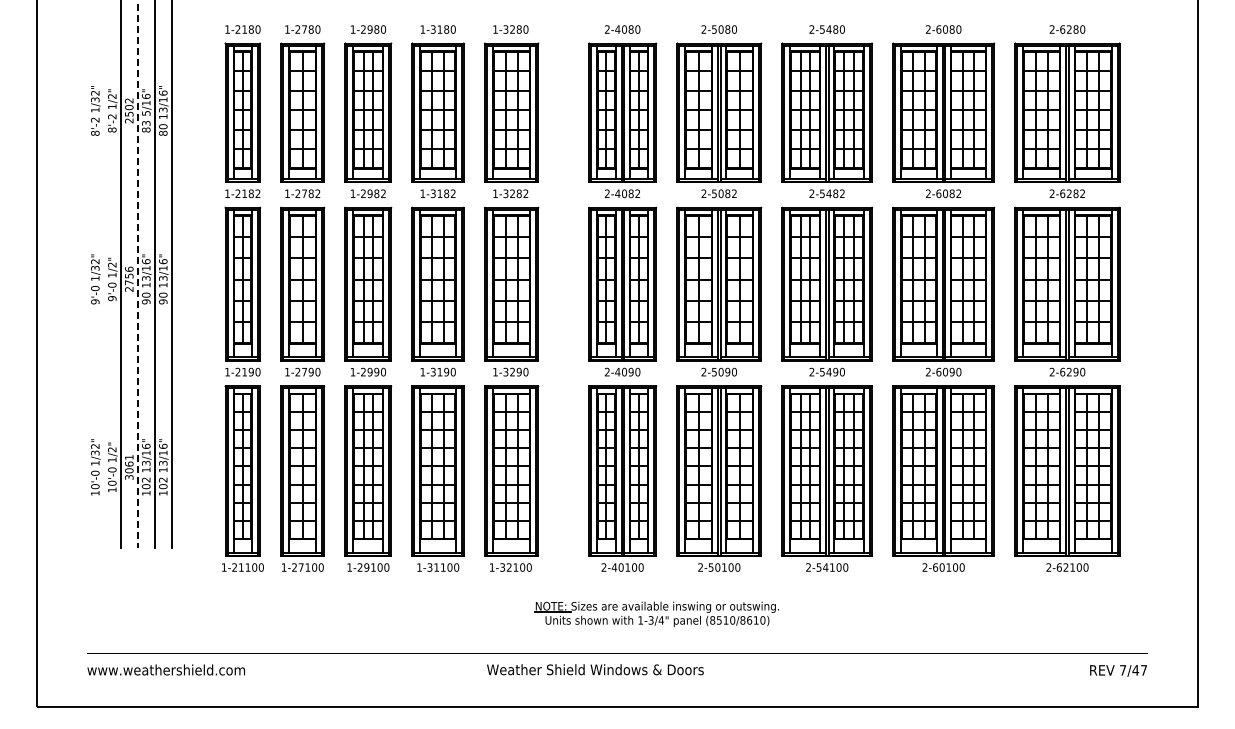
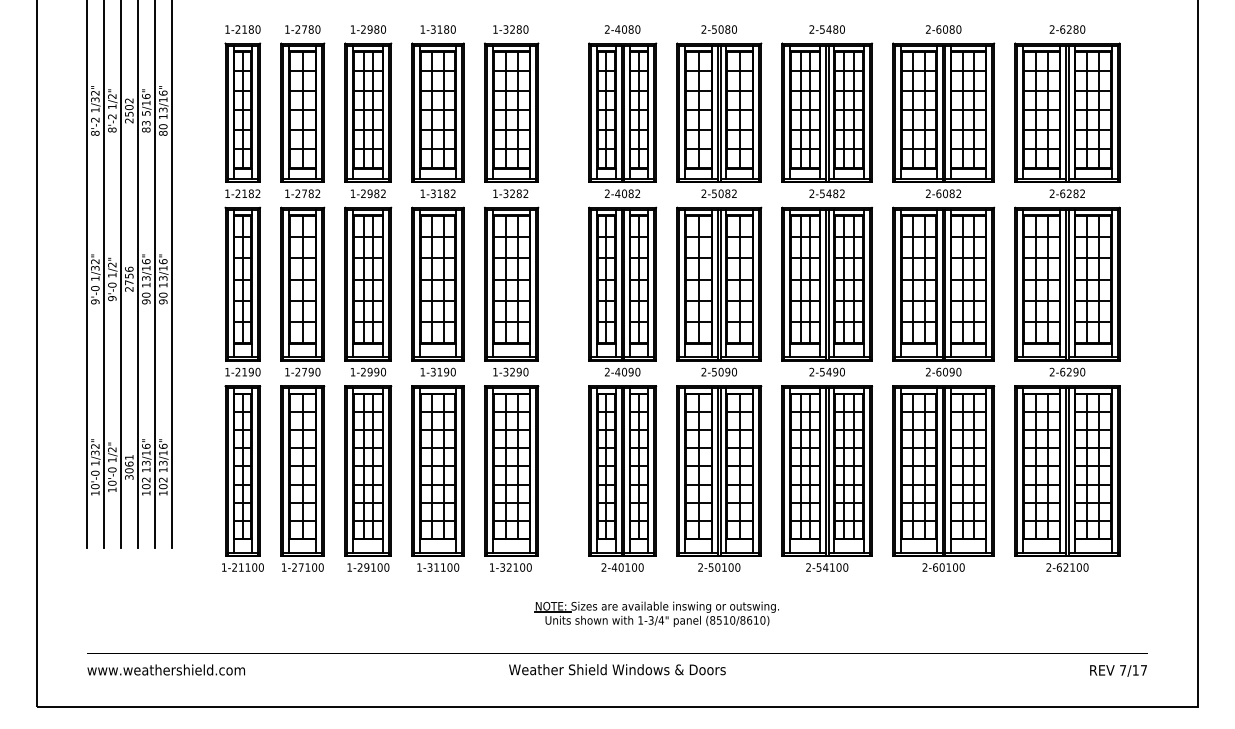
line at (86, 274): none -> present
line at (103, 274): none -> present
line at (137, 274): dashed -> solid
text at (595, 669) position: (595, 669) -> (617, 669)
text at (1135, 670): 7/47 -> 7/17
